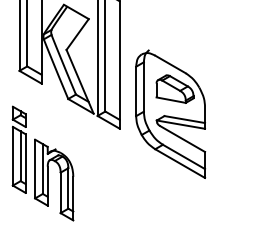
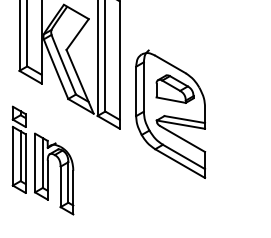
part at (54, 179) position: (54, 179) -> (54, 173)
